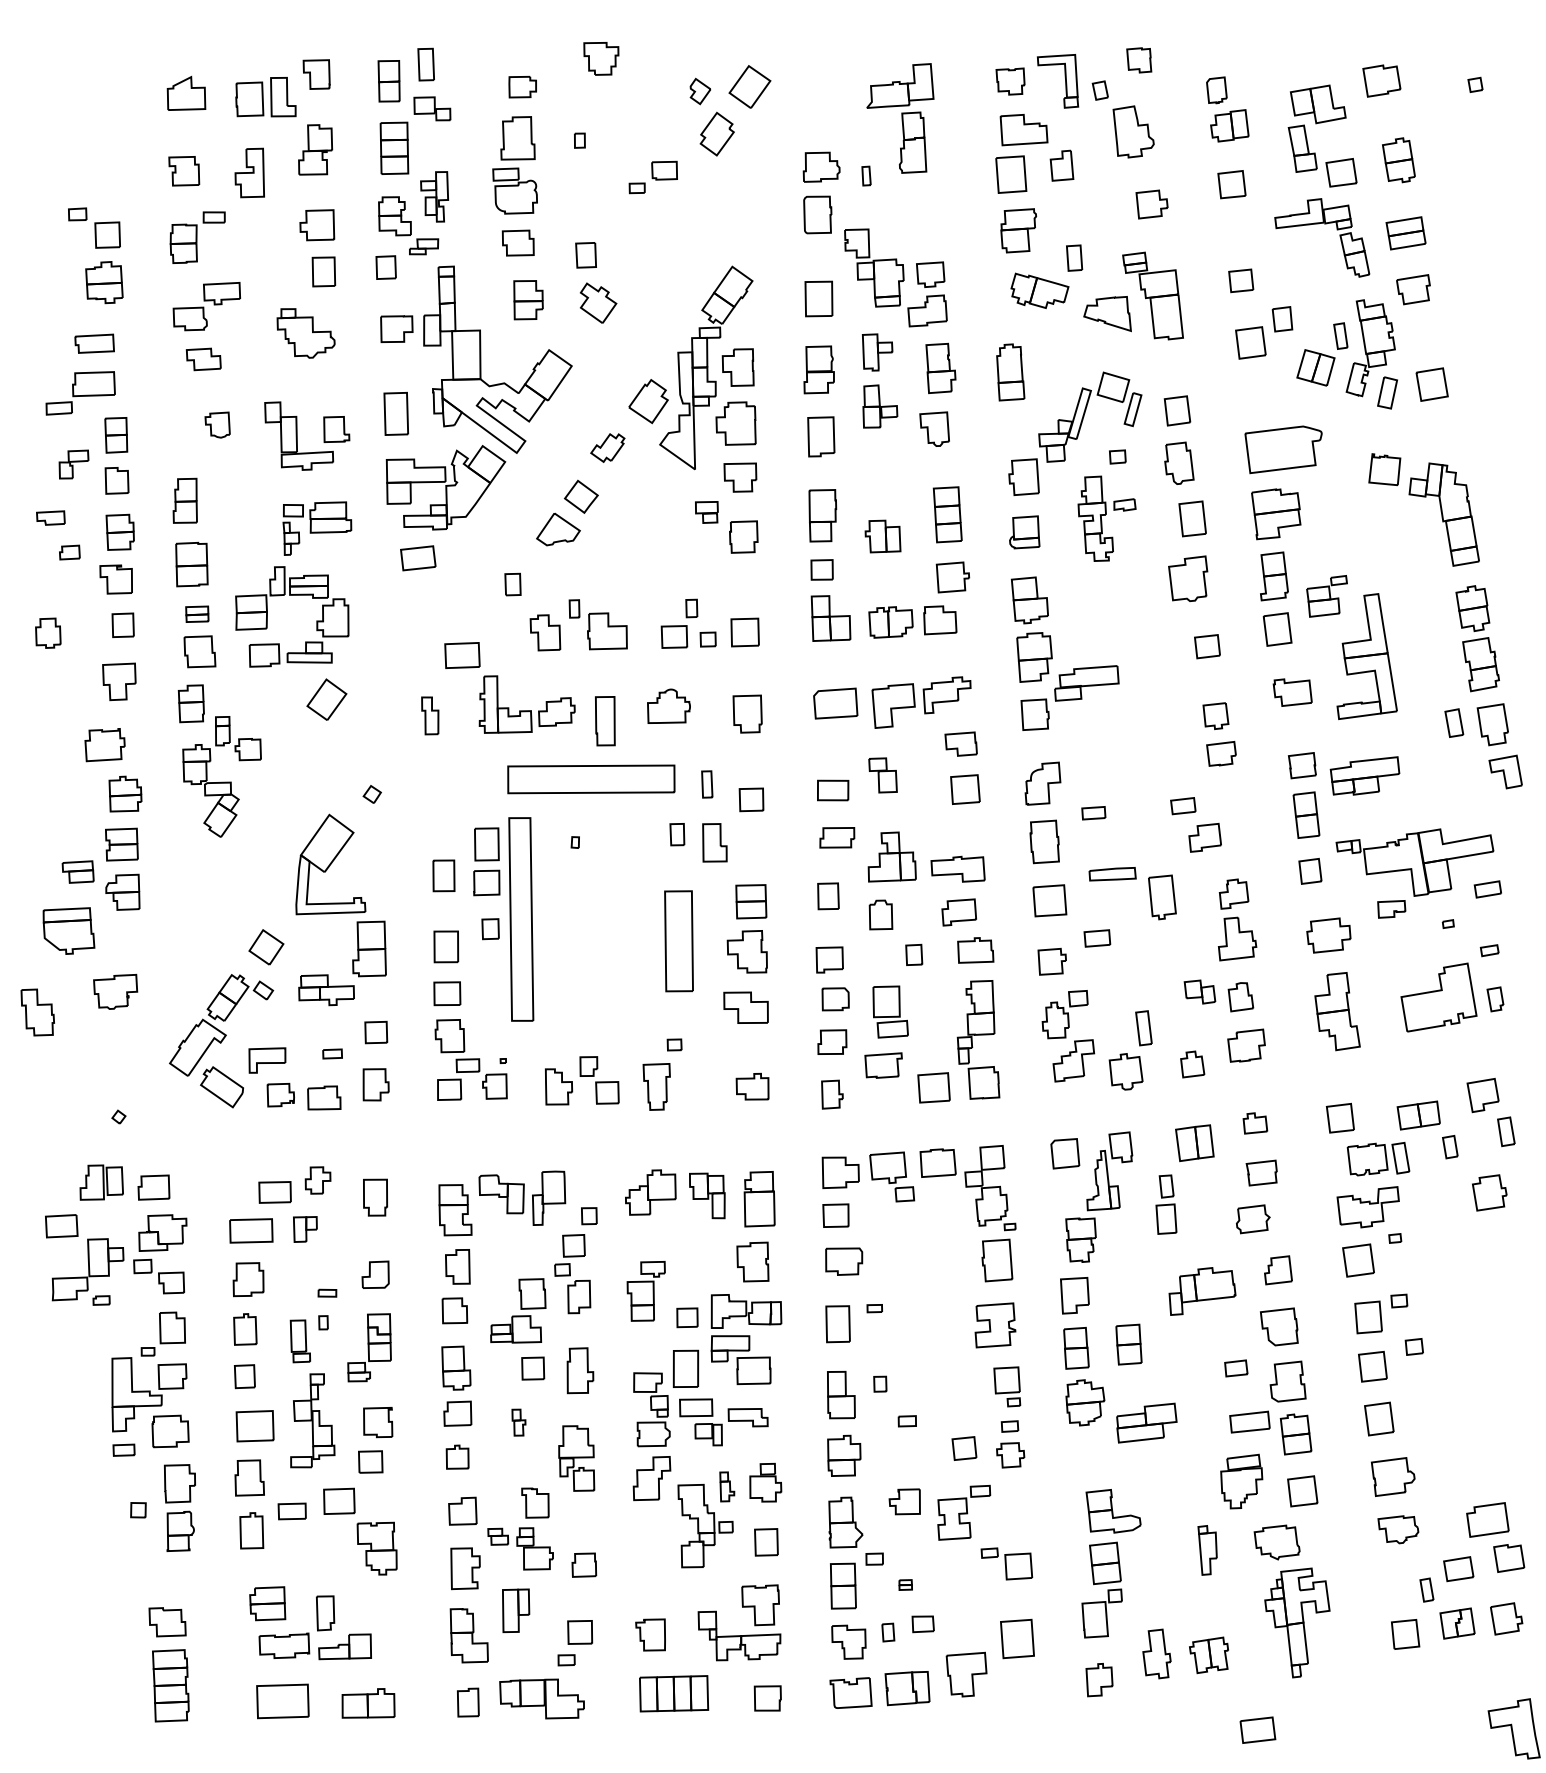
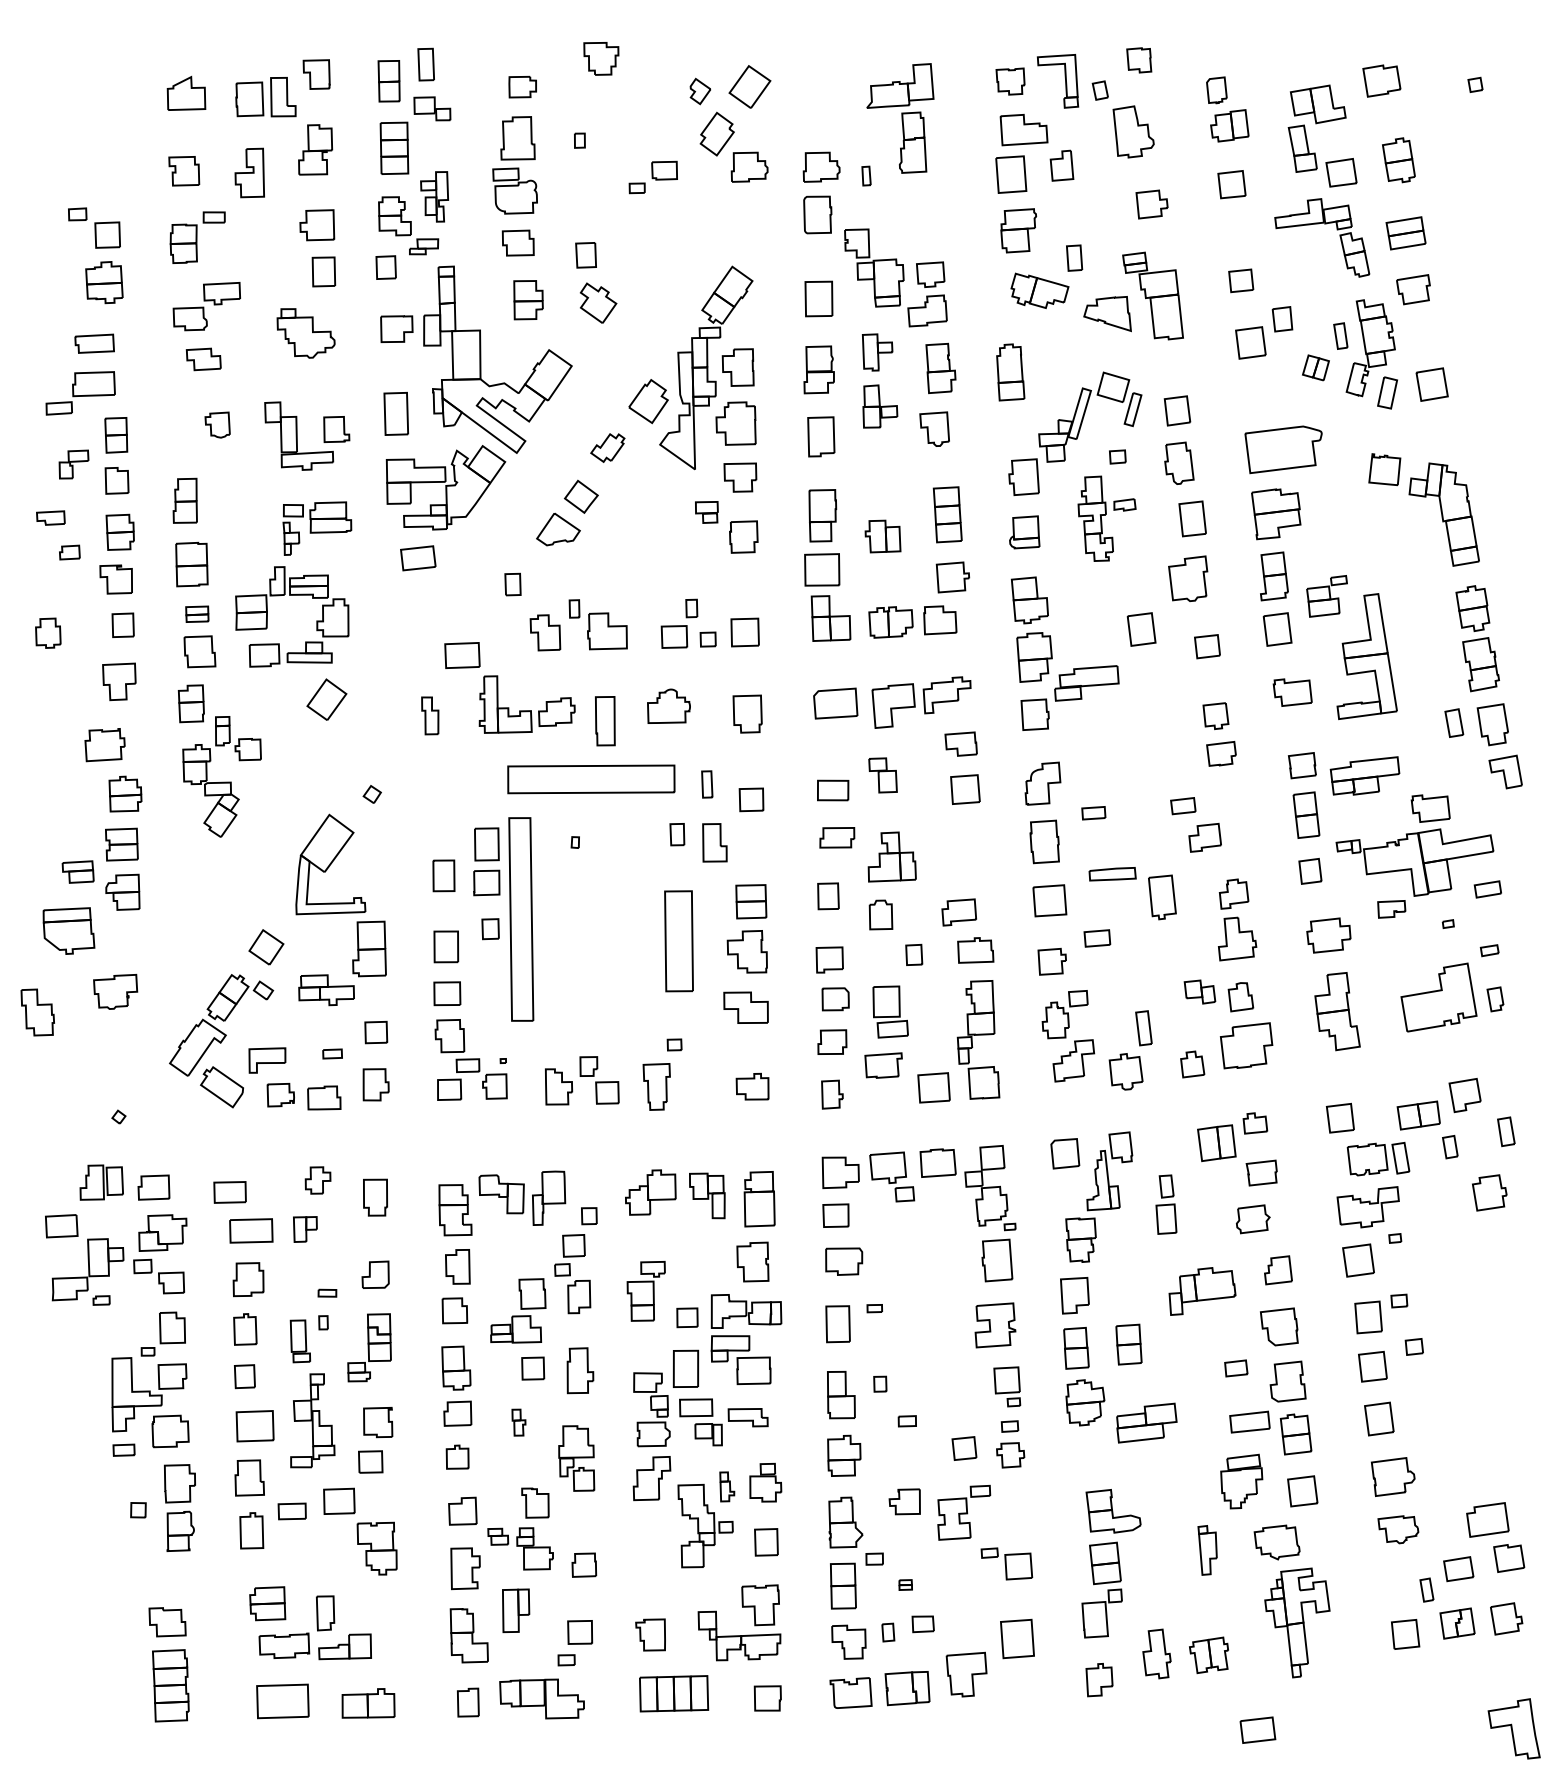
part at (749, 166): none -> present
part at (1315, 367) size: 40x38 px -> 28x28 px
part at (821, 569) size: 24x22 px -> 37x34 px
part at (1141, 629): none -> present
part at (1430, 808): none -> present
part at (957, 868): present -> none
part at (1246, 1045) size: 39x35 px -> 55x48 px
part at (1482, 1095) position: (1482, 1095) -> (1464, 1095)
part at (1194, 1143) position: (1194, 1143) -> (1216, 1143)
part at (274, 1192) position: (274, 1192) -> (229, 1192)
